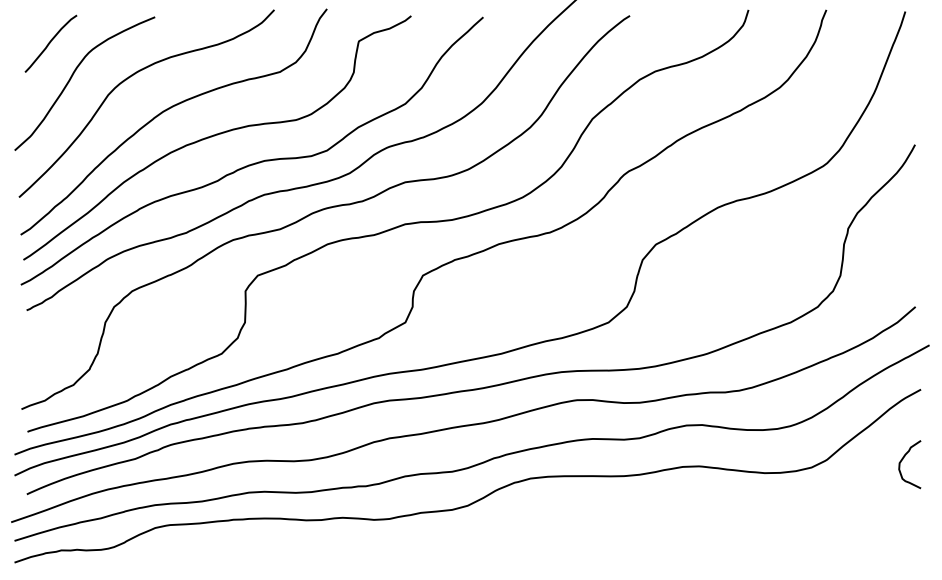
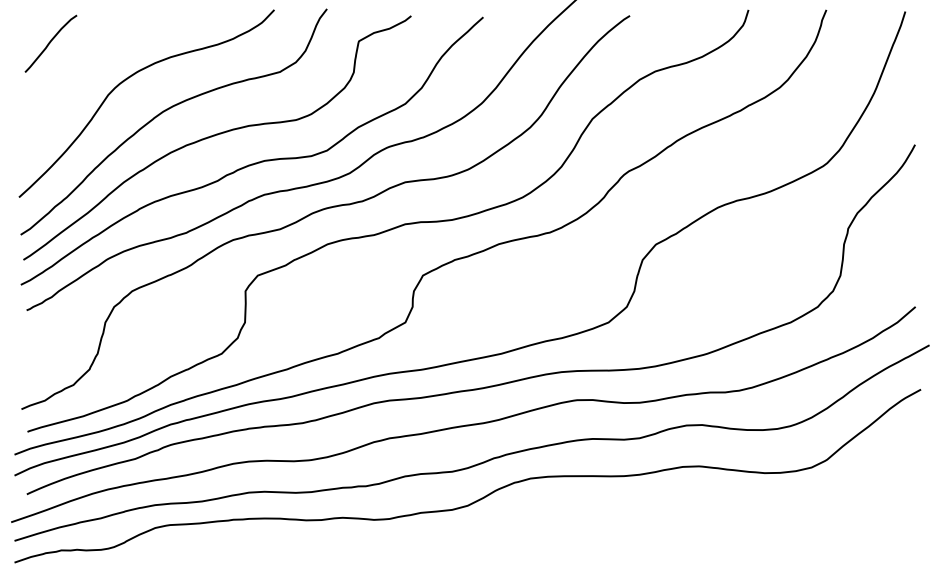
curve at (72, 77): present -> none
curve at (903, 459): present -> none
